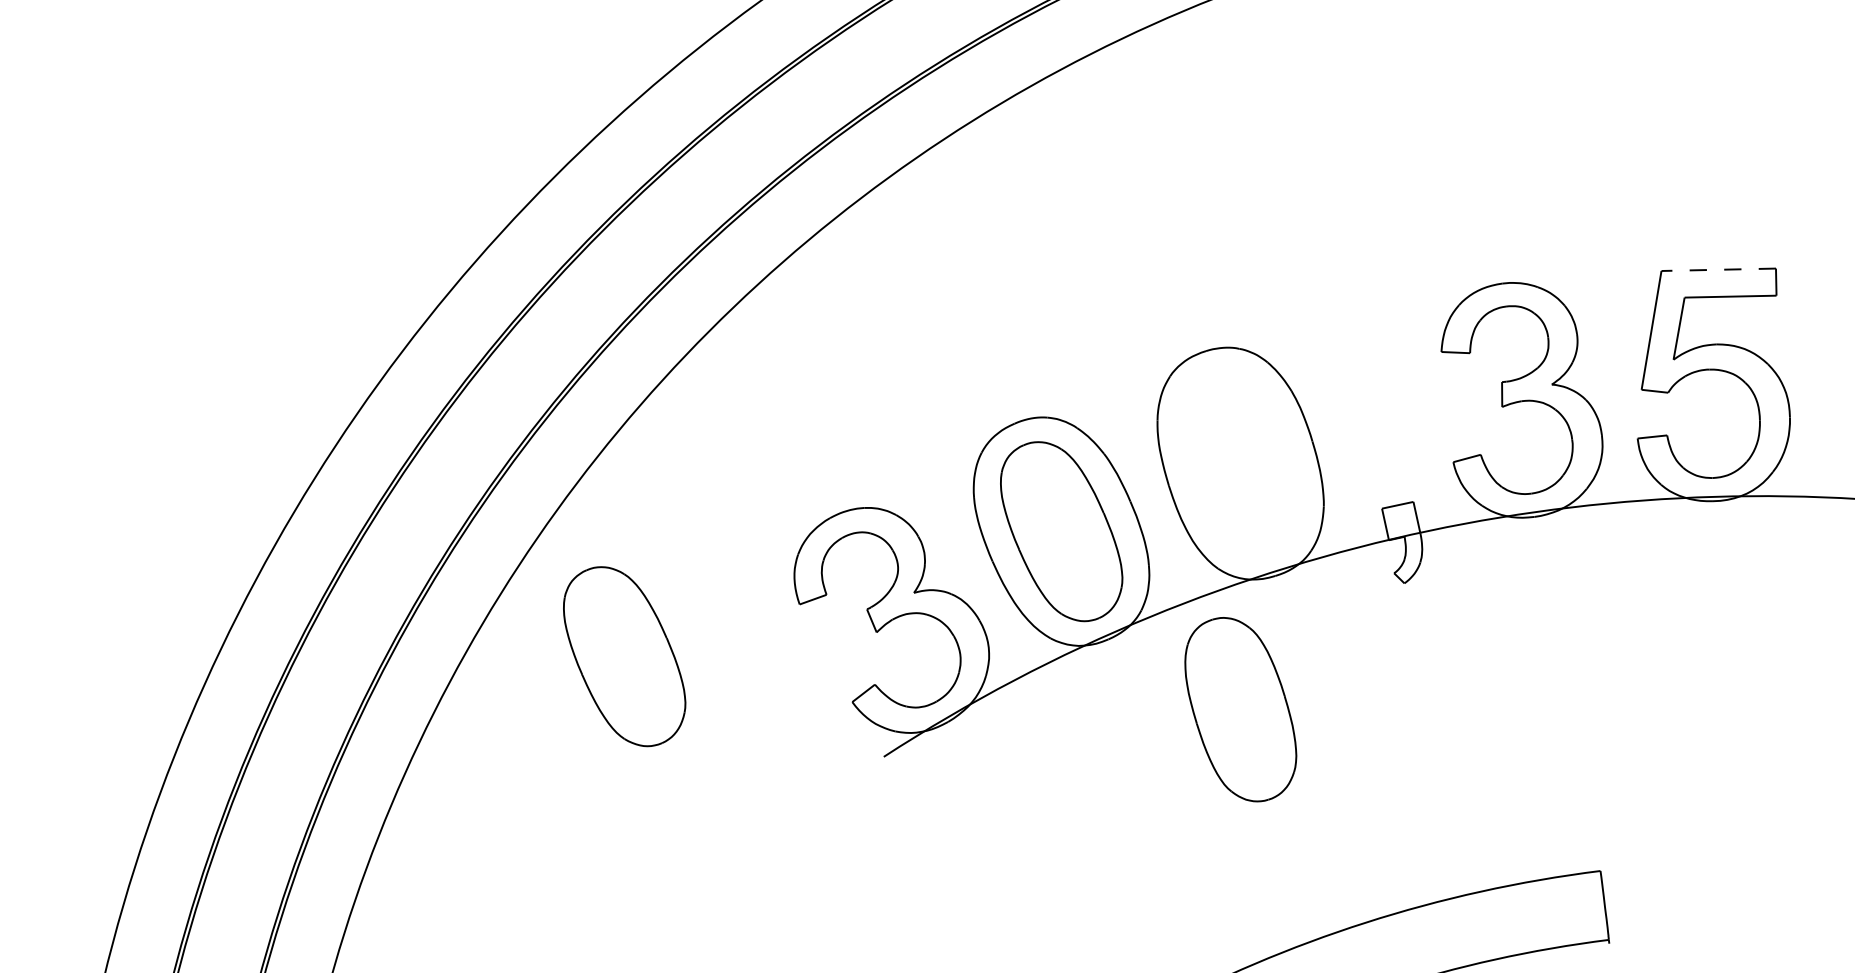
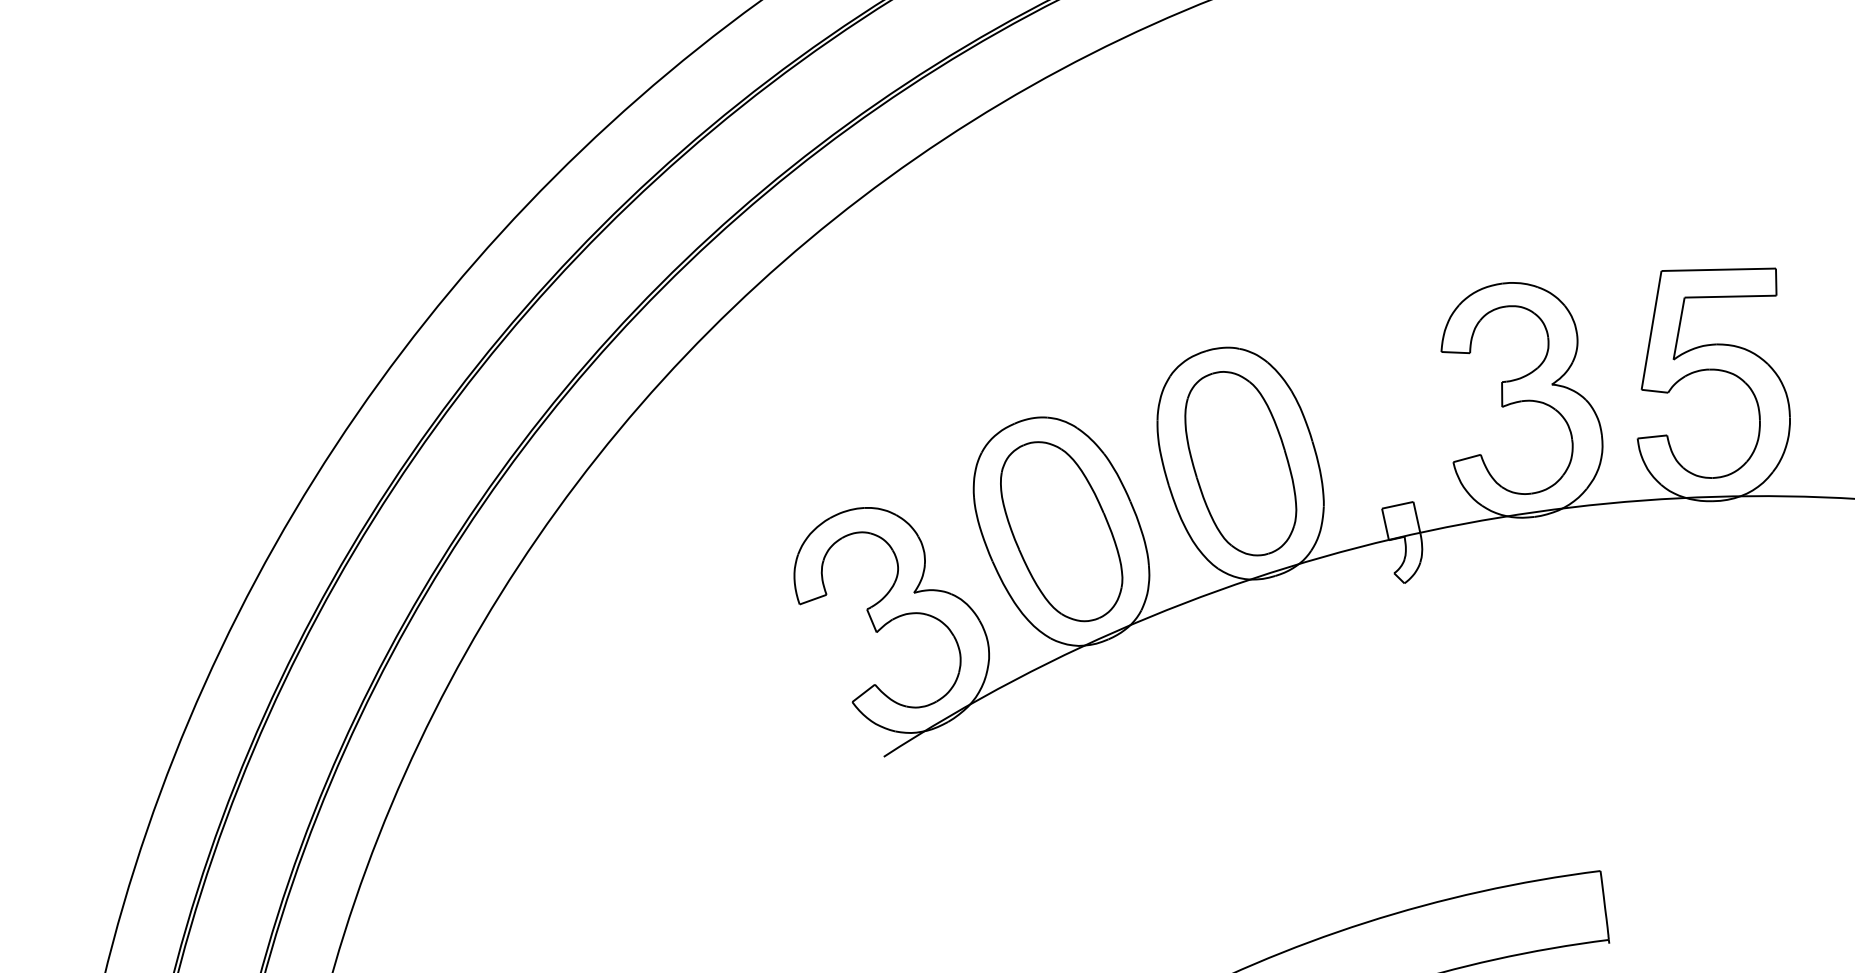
line at (1718, 269): dashed -> solid
part at (624, 656): present -> none
part at (1240, 709) position: (1240, 709) -> (1240, 463)
